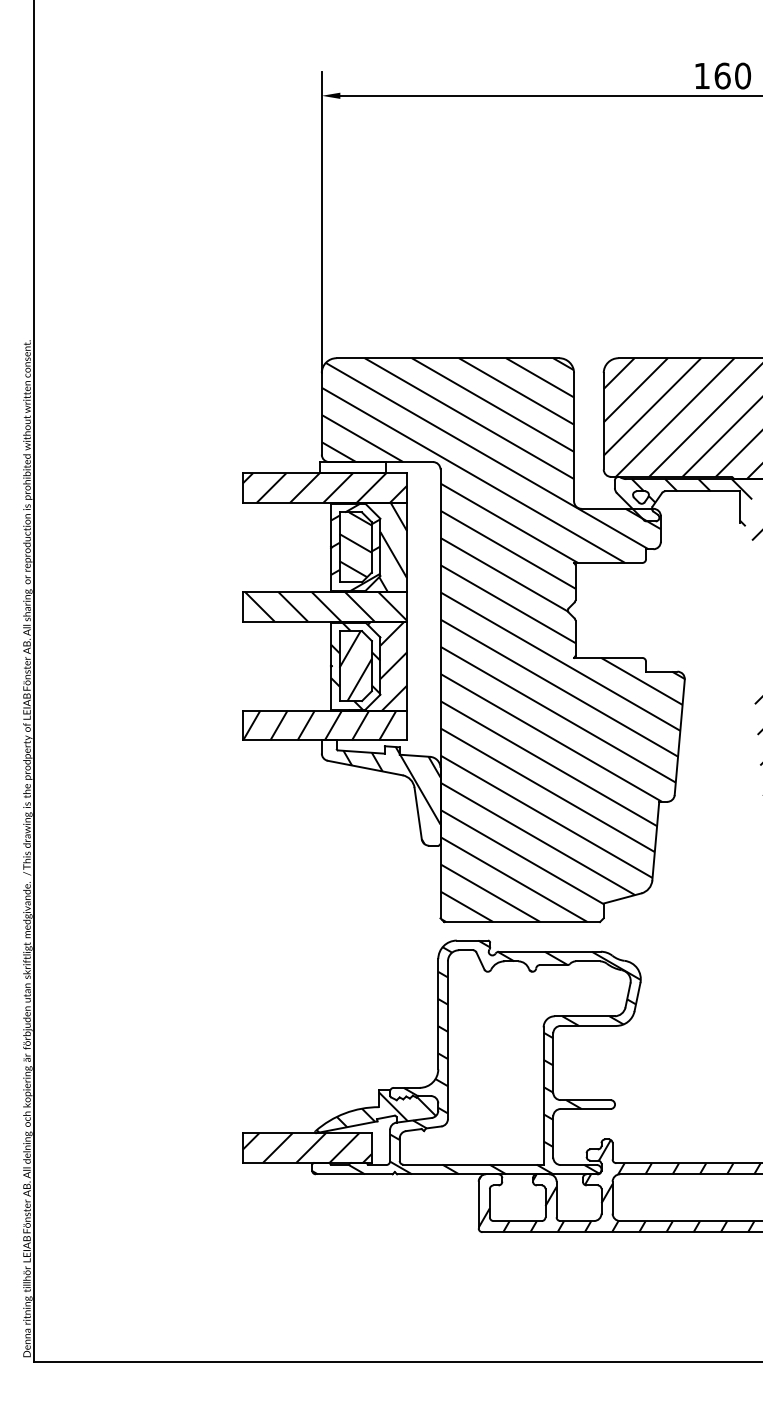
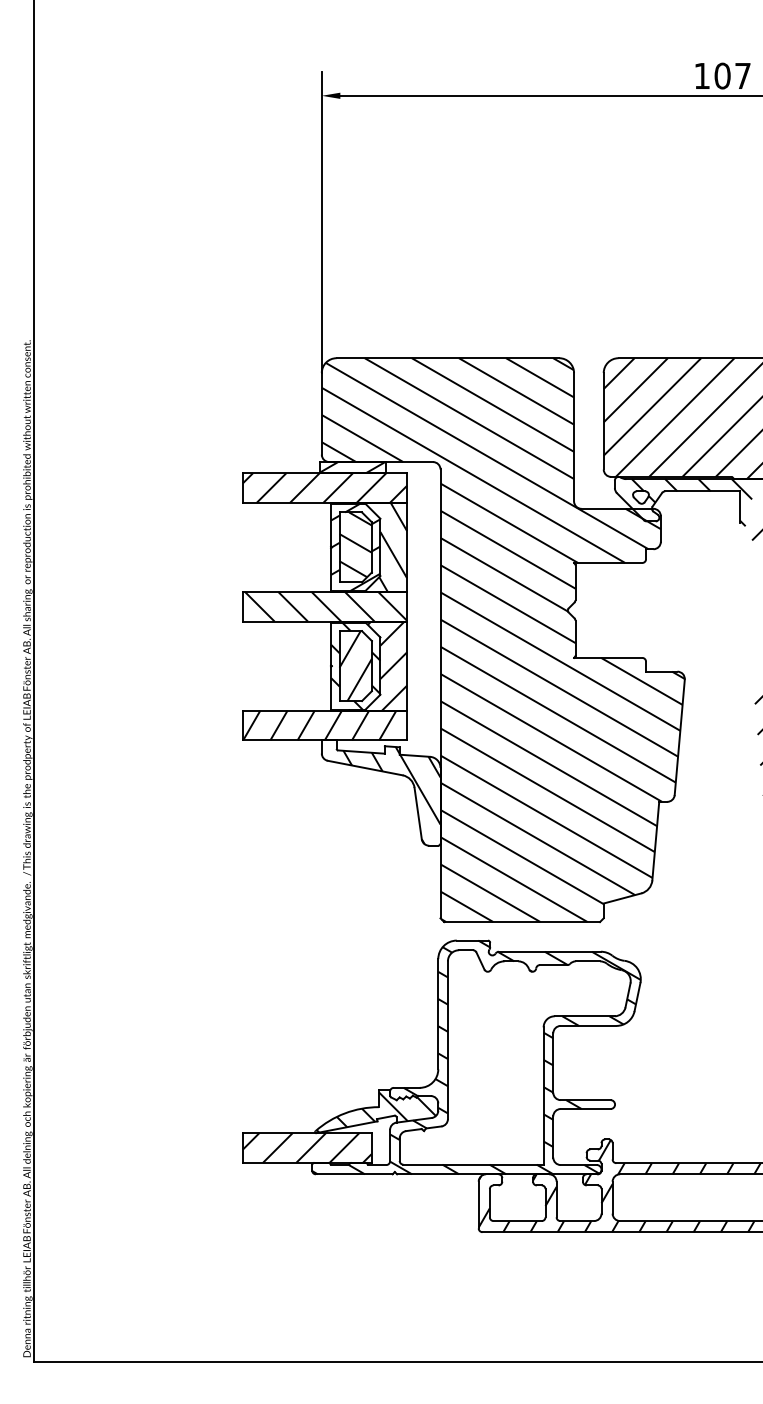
text at (732, 75): 160 -> 107
hatch at (352, 467): none -> present
